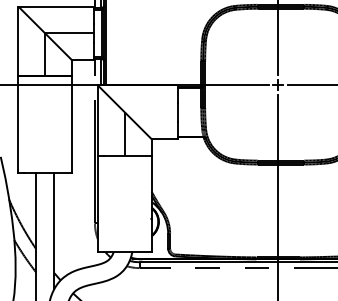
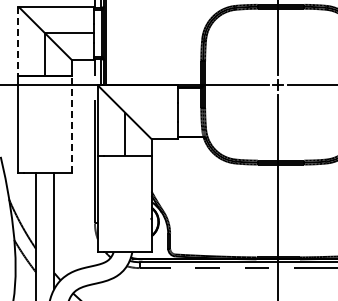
line at (18, 41): solid -> dashed
line at (72, 123): solid -> dashed
